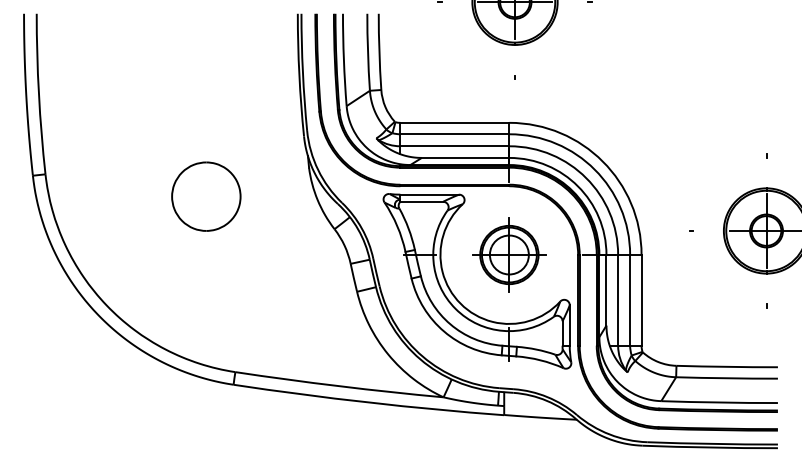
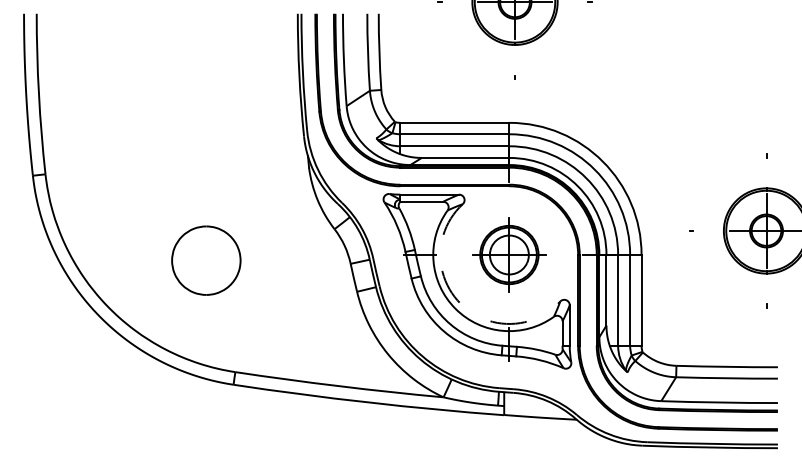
part at (206, 196) position: (206, 196) -> (206, 260)
arc at (460, 303): solid -> dashed
